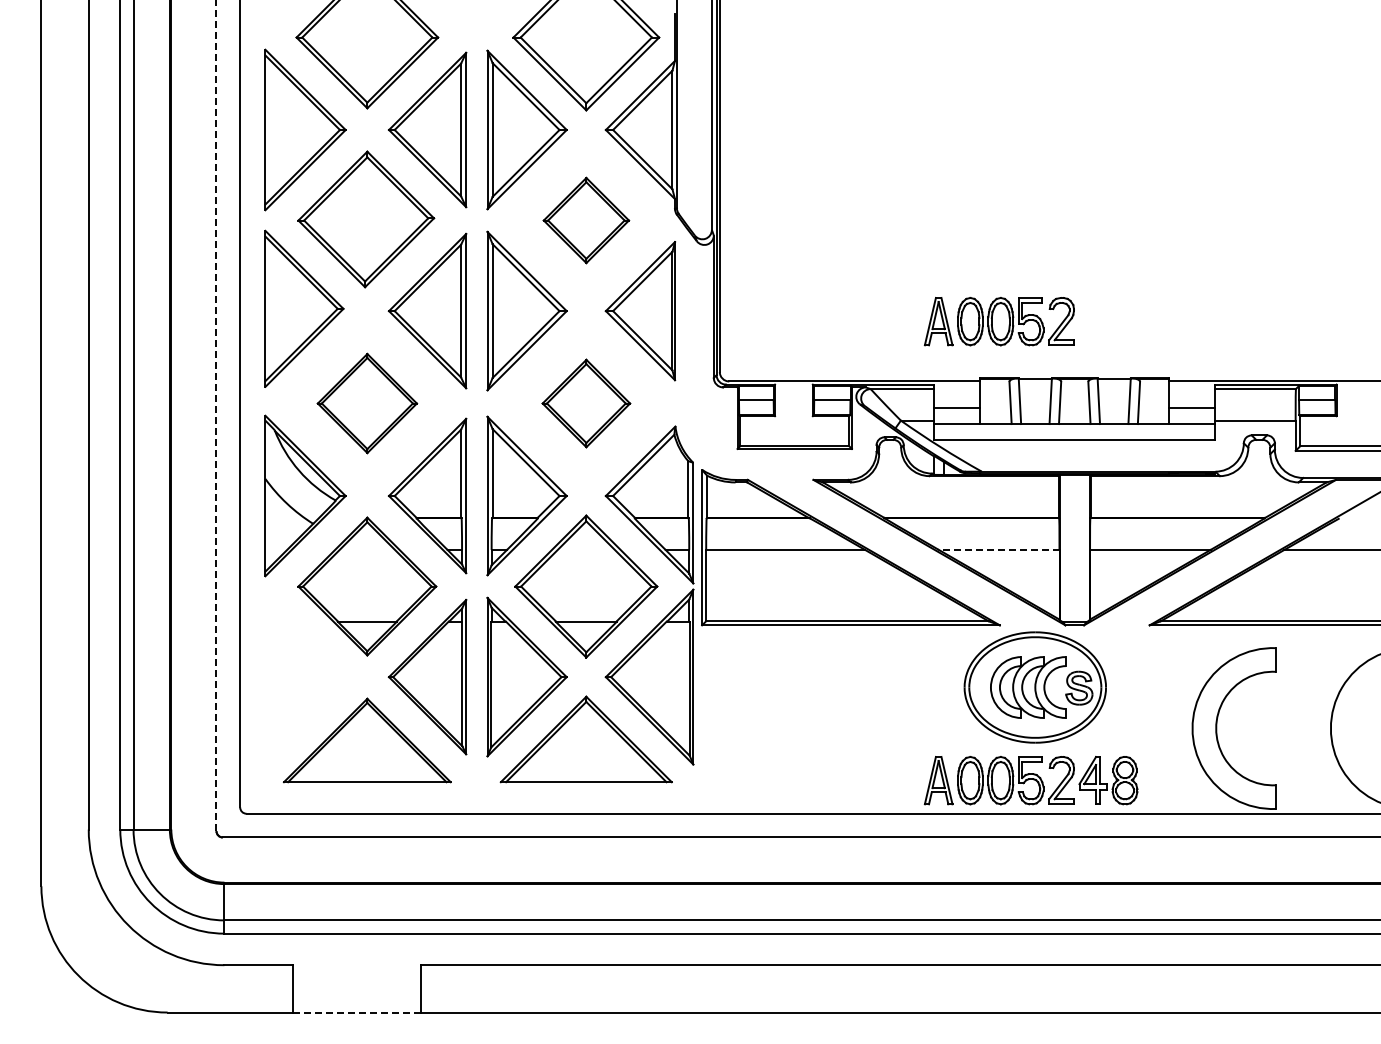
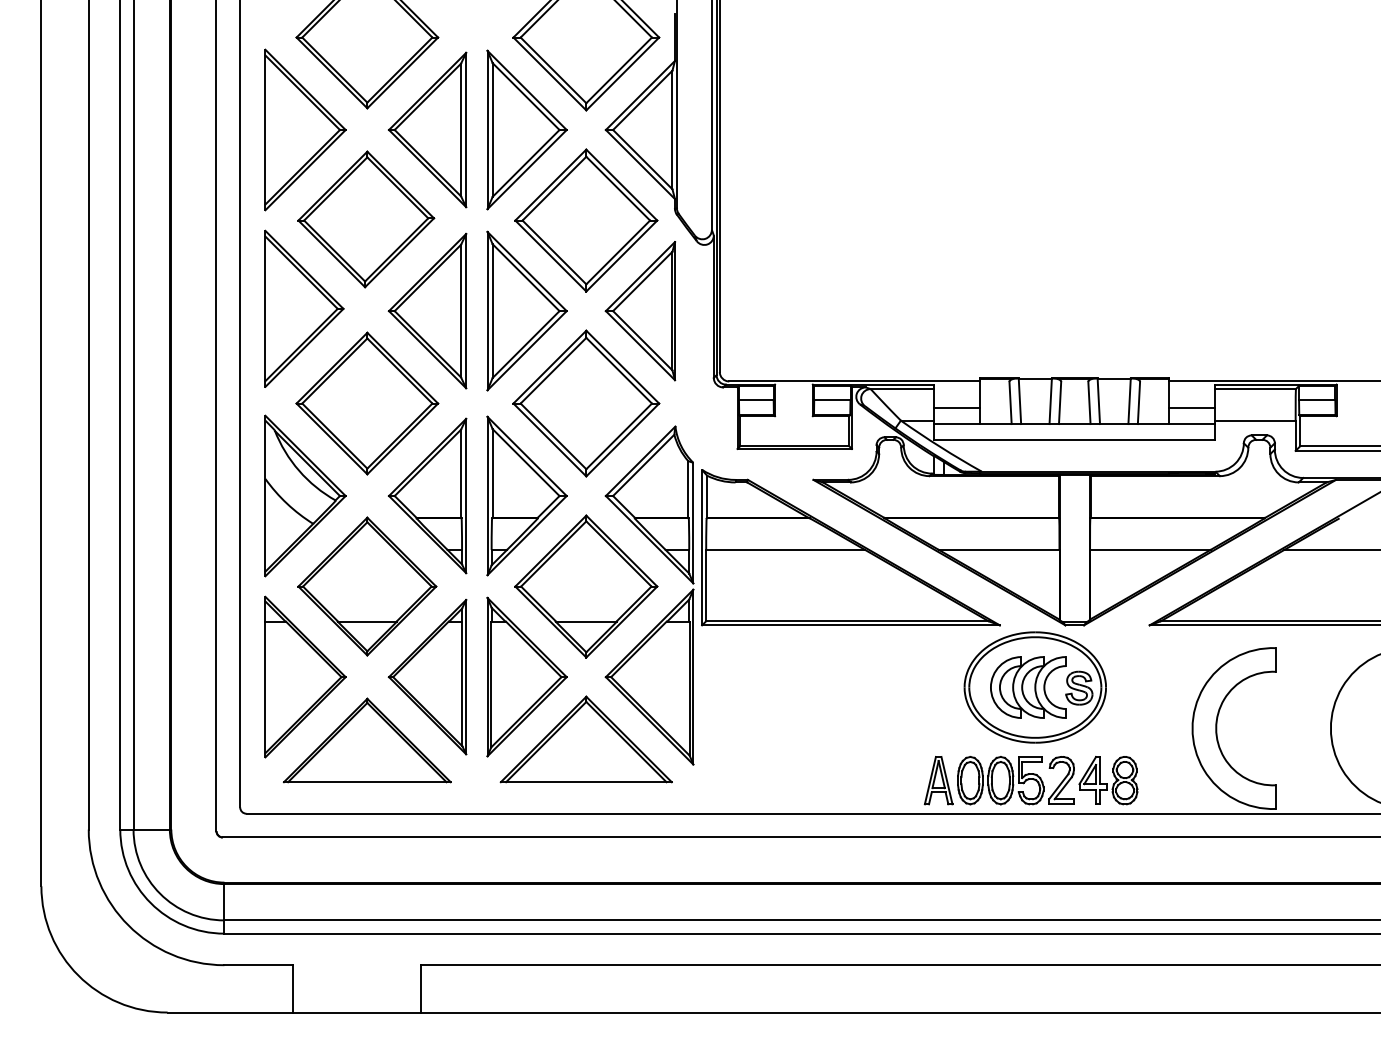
part at (586, 220) size: 89x89 px -> 145x145 px
part at (998, 321): present -> none
part at (367, 403) size: 103x103 px -> 145x145 px
part at (586, 403) size: 91x91 px -> 149x149 px
line at (216, 415): dashed -> solid
line at (998, 549): dashed -> solid
part at (305, 676): none -> present
line at (356, 1012): dashed -> solid
